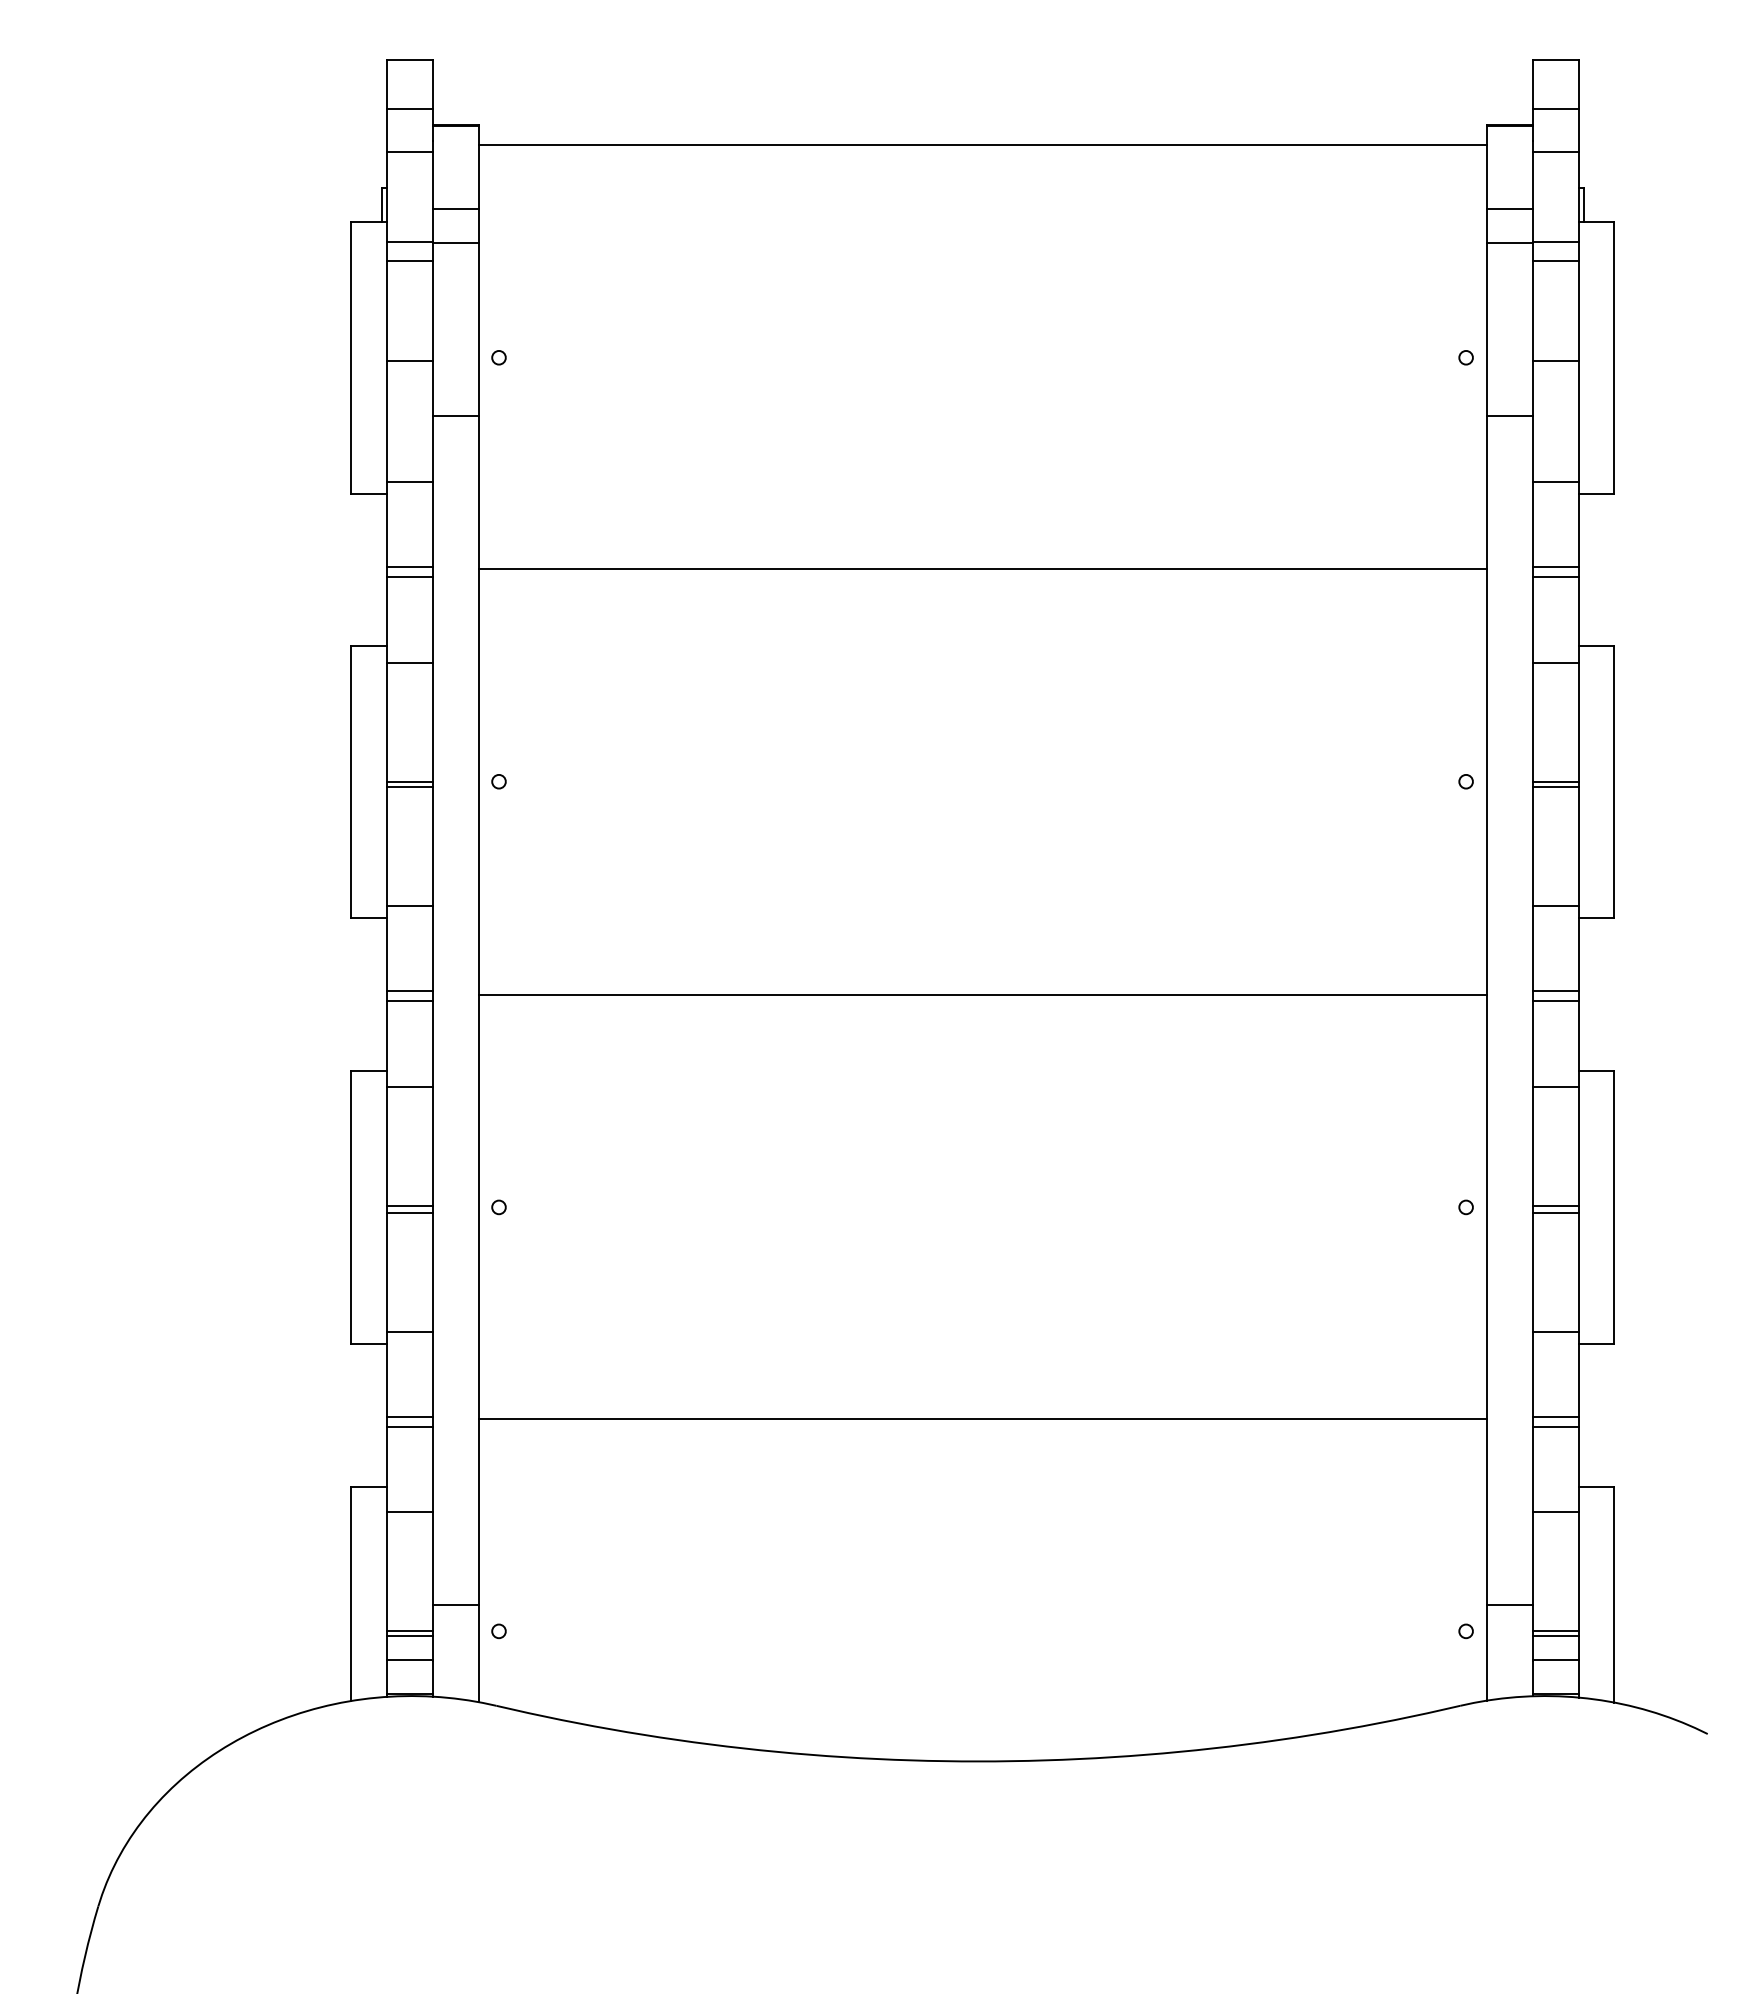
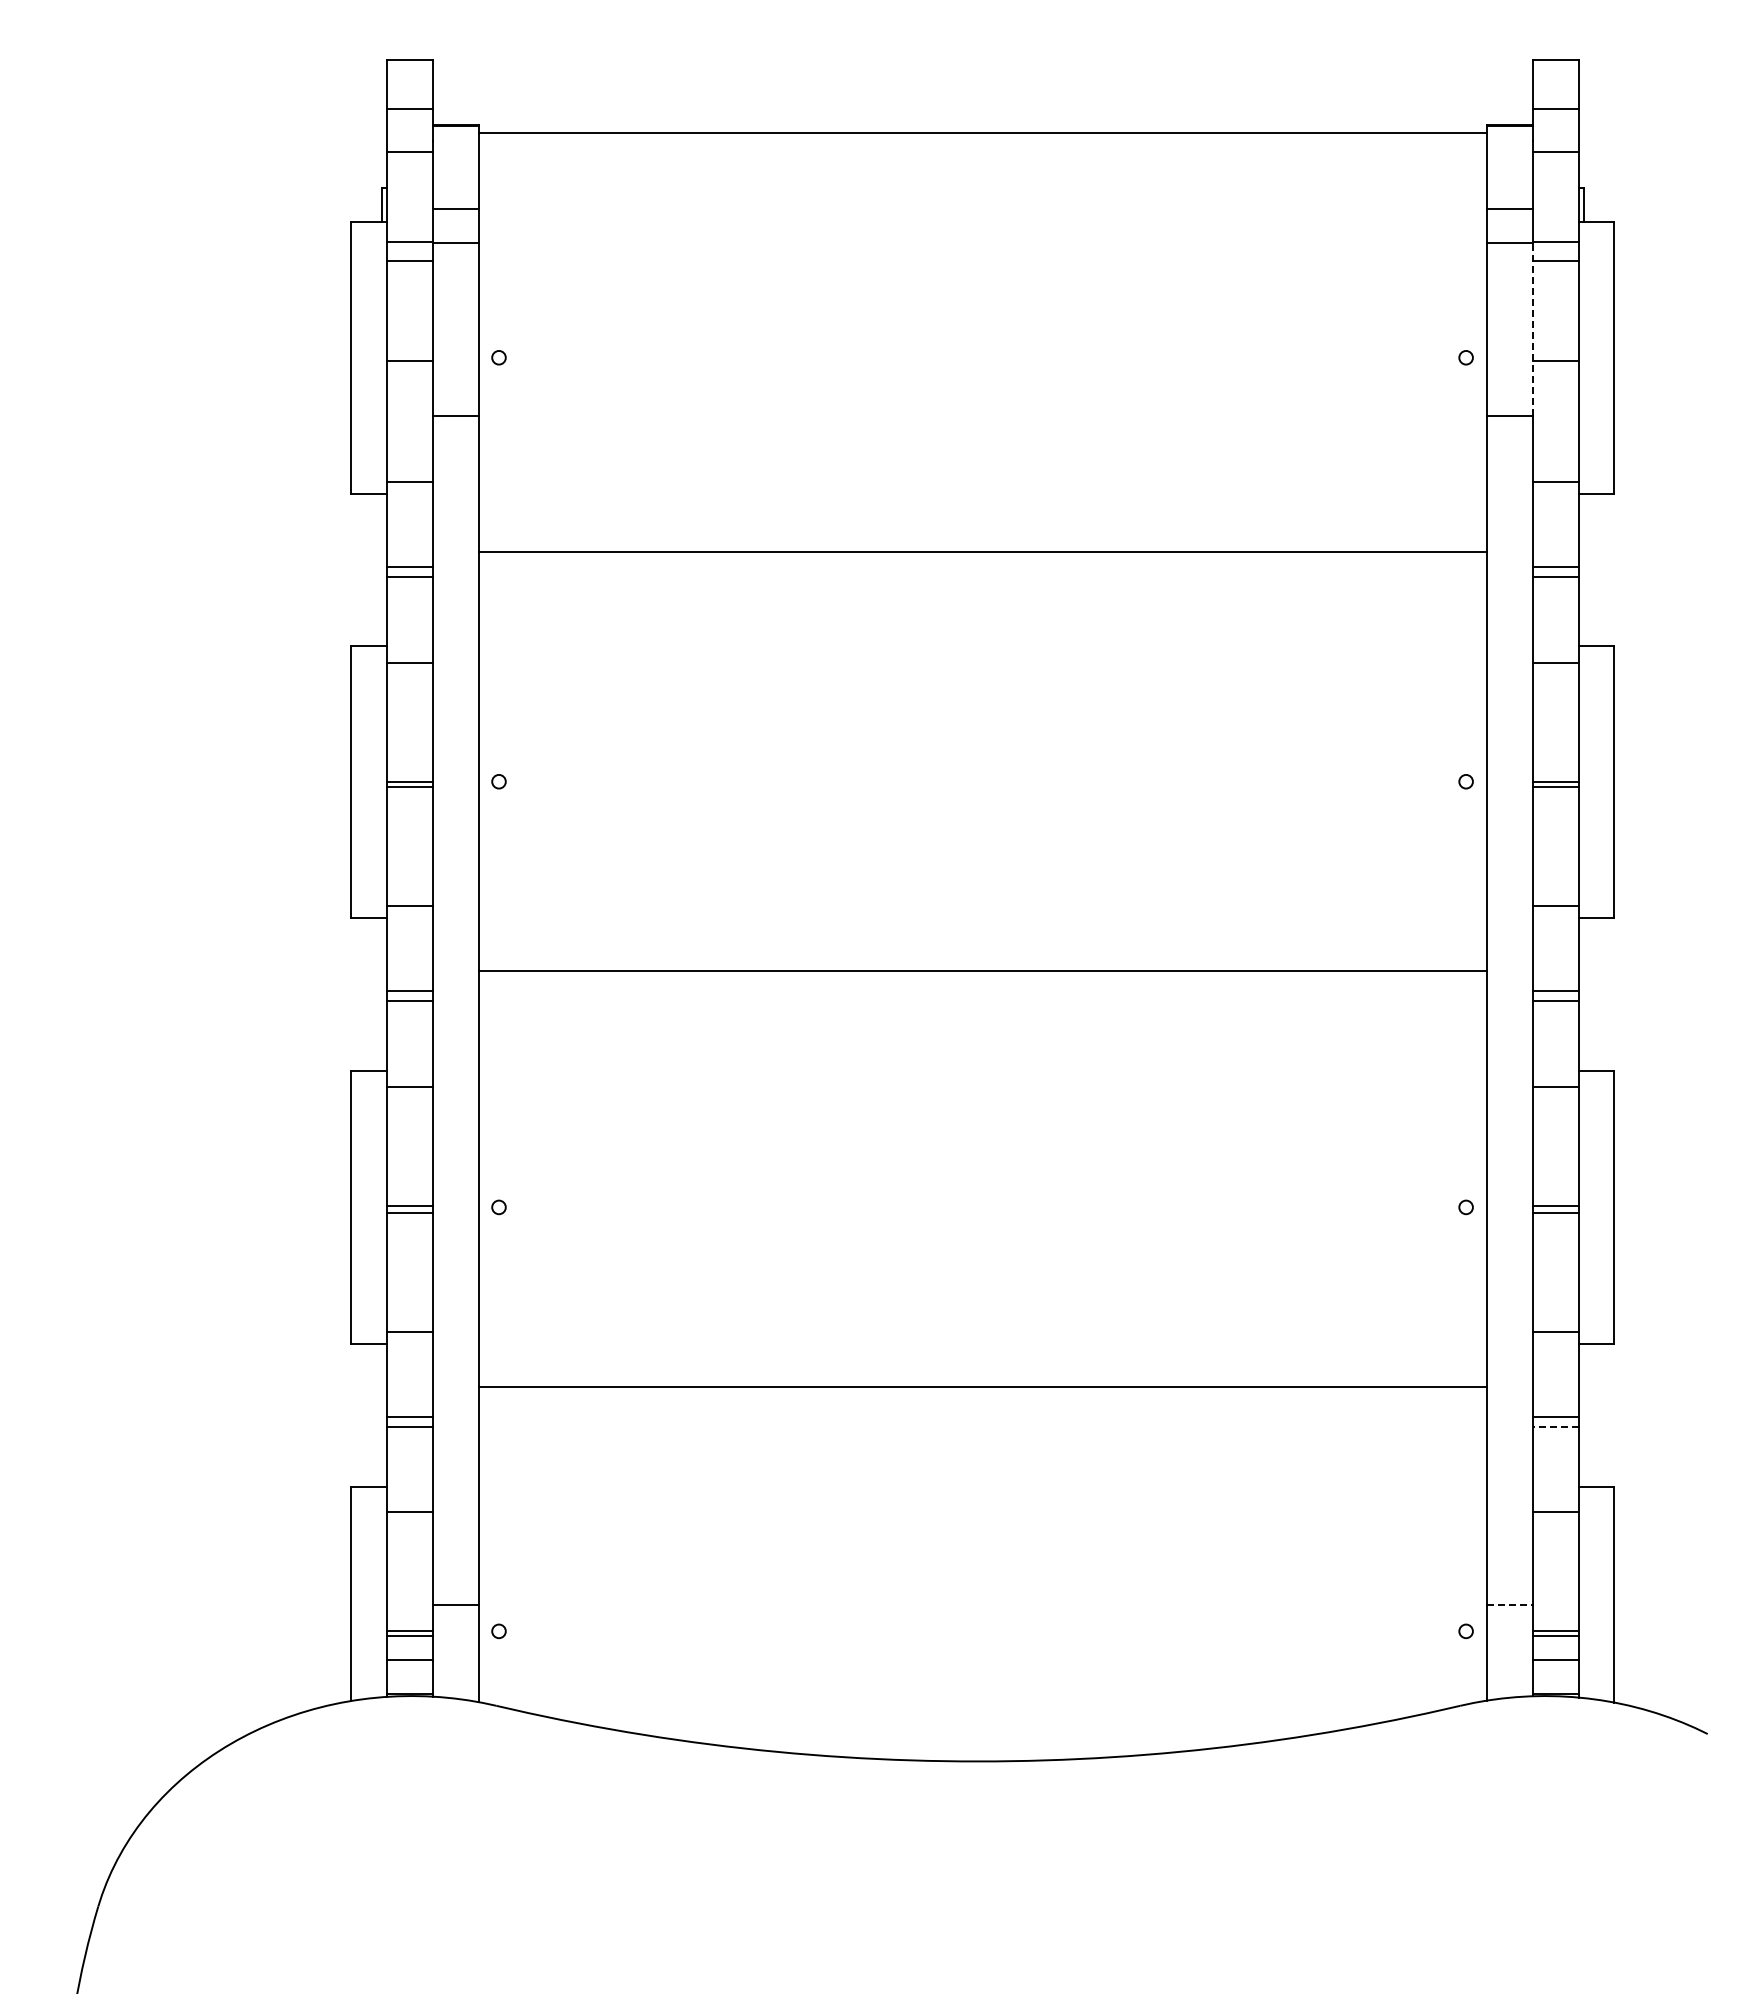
line at (982, 144) position: (982, 144) -> (982, 132)
line at (1532, 329): solid -> dashed
line at (982, 568) position: (982, 568) -> (982, 551)
line at (982, 994) position: (982, 994) -> (982, 970)
line at (982, 1418) position: (982, 1418) -> (982, 1386)
line at (1555, 1427): solid -> dashed
line at (1509, 1604): solid -> dashed
